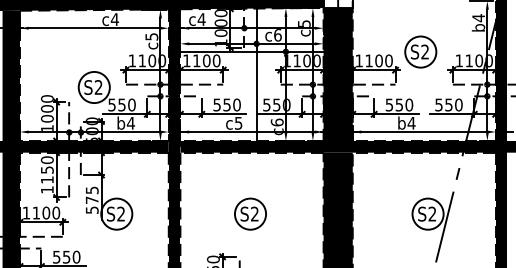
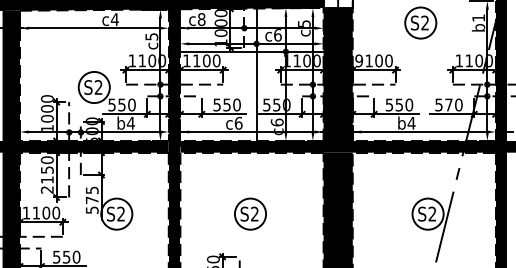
text at (478, 18): b4 -> b1
text at (201, 19): c4 -> c8
part at (420, 51) position: (420, 51) -> (420, 22)
text at (359, 60): 1100 -> 9100
text at (448, 104): 550 -> 570
text at (238, 122): c5 -> c6
text at (46, 189): 1150 -> 2150
